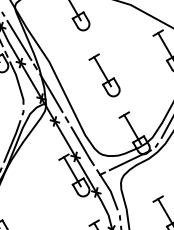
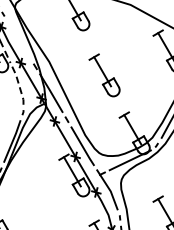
line at (19, 40): present -> none
line at (18, 82): solid -> dashed
